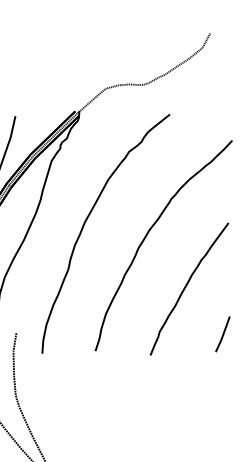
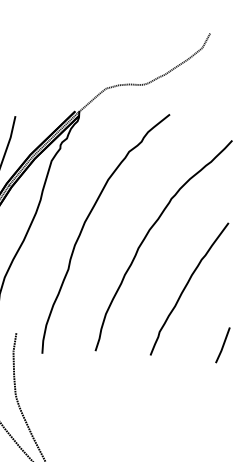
line at (222, 334) position: (222, 334) -> (222, 345)
